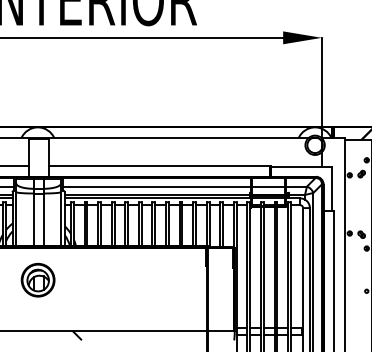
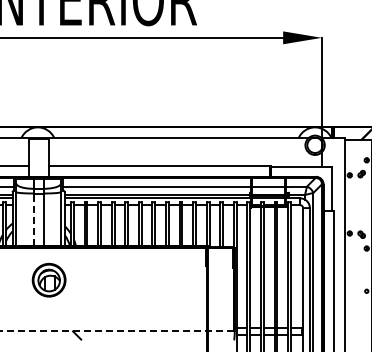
line at (33, 219): solid -> dashed
part at (37, 280) position: (37, 280) -> (48, 280)
line at (117, 330): solid -> dashed
